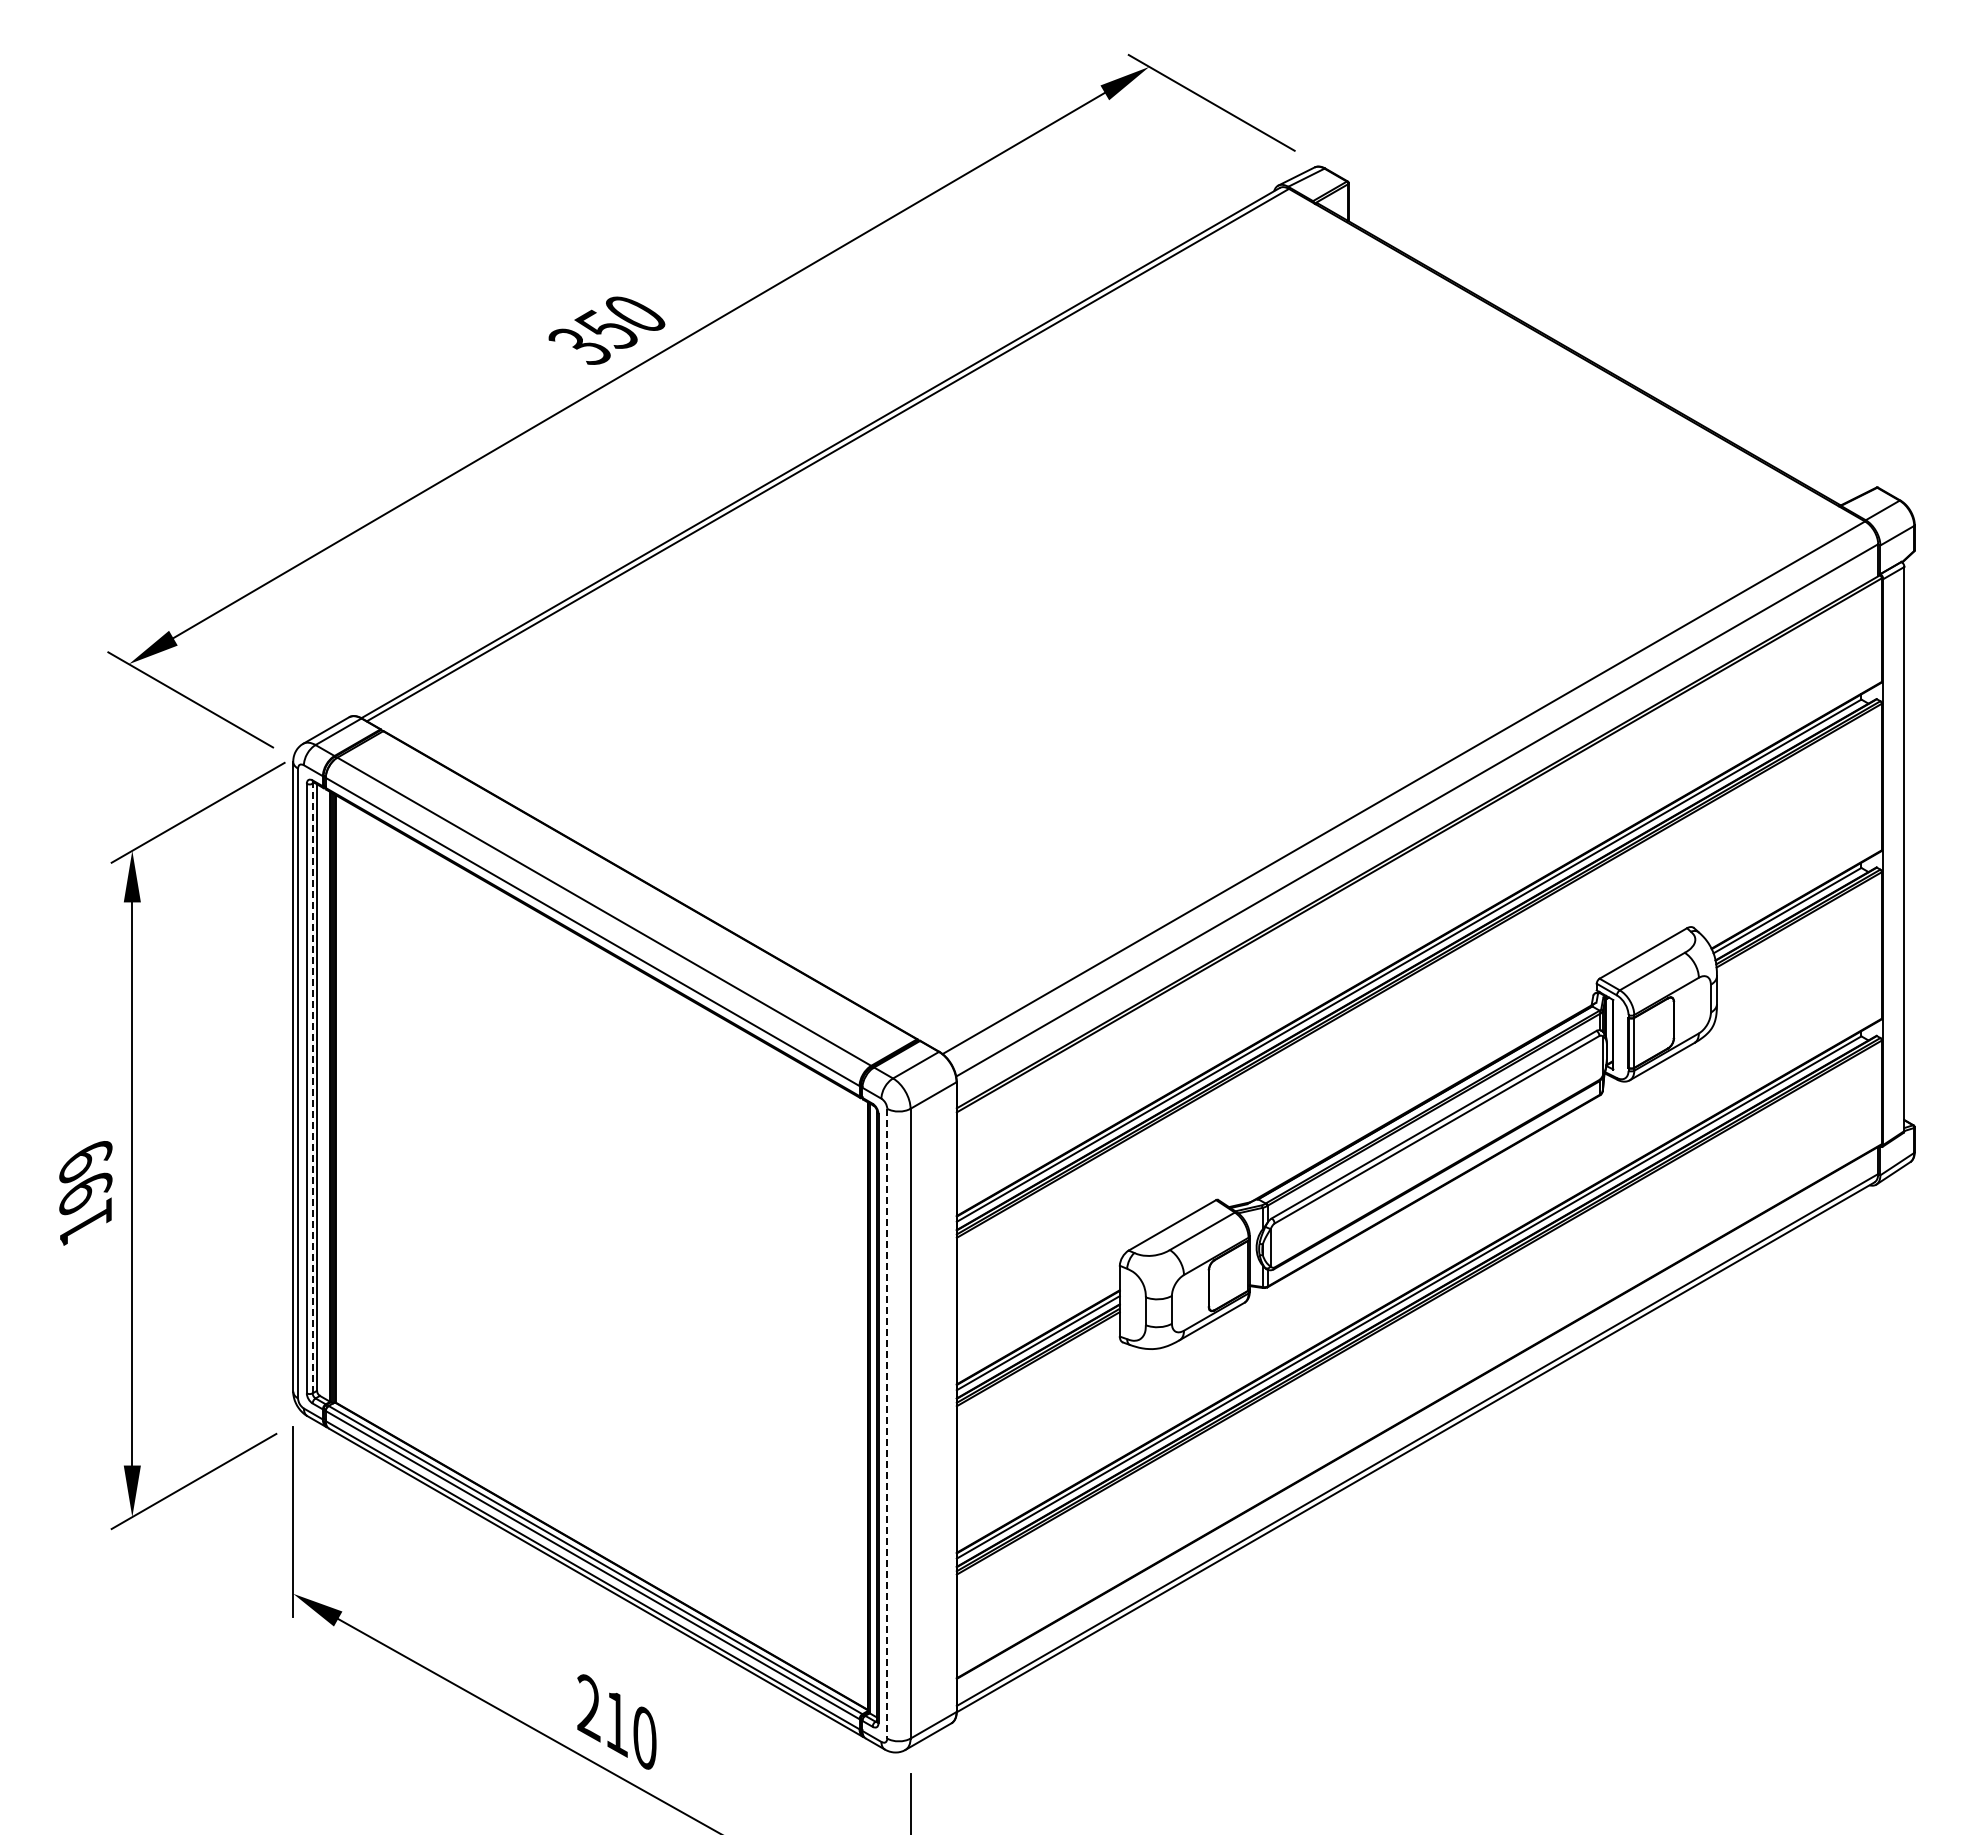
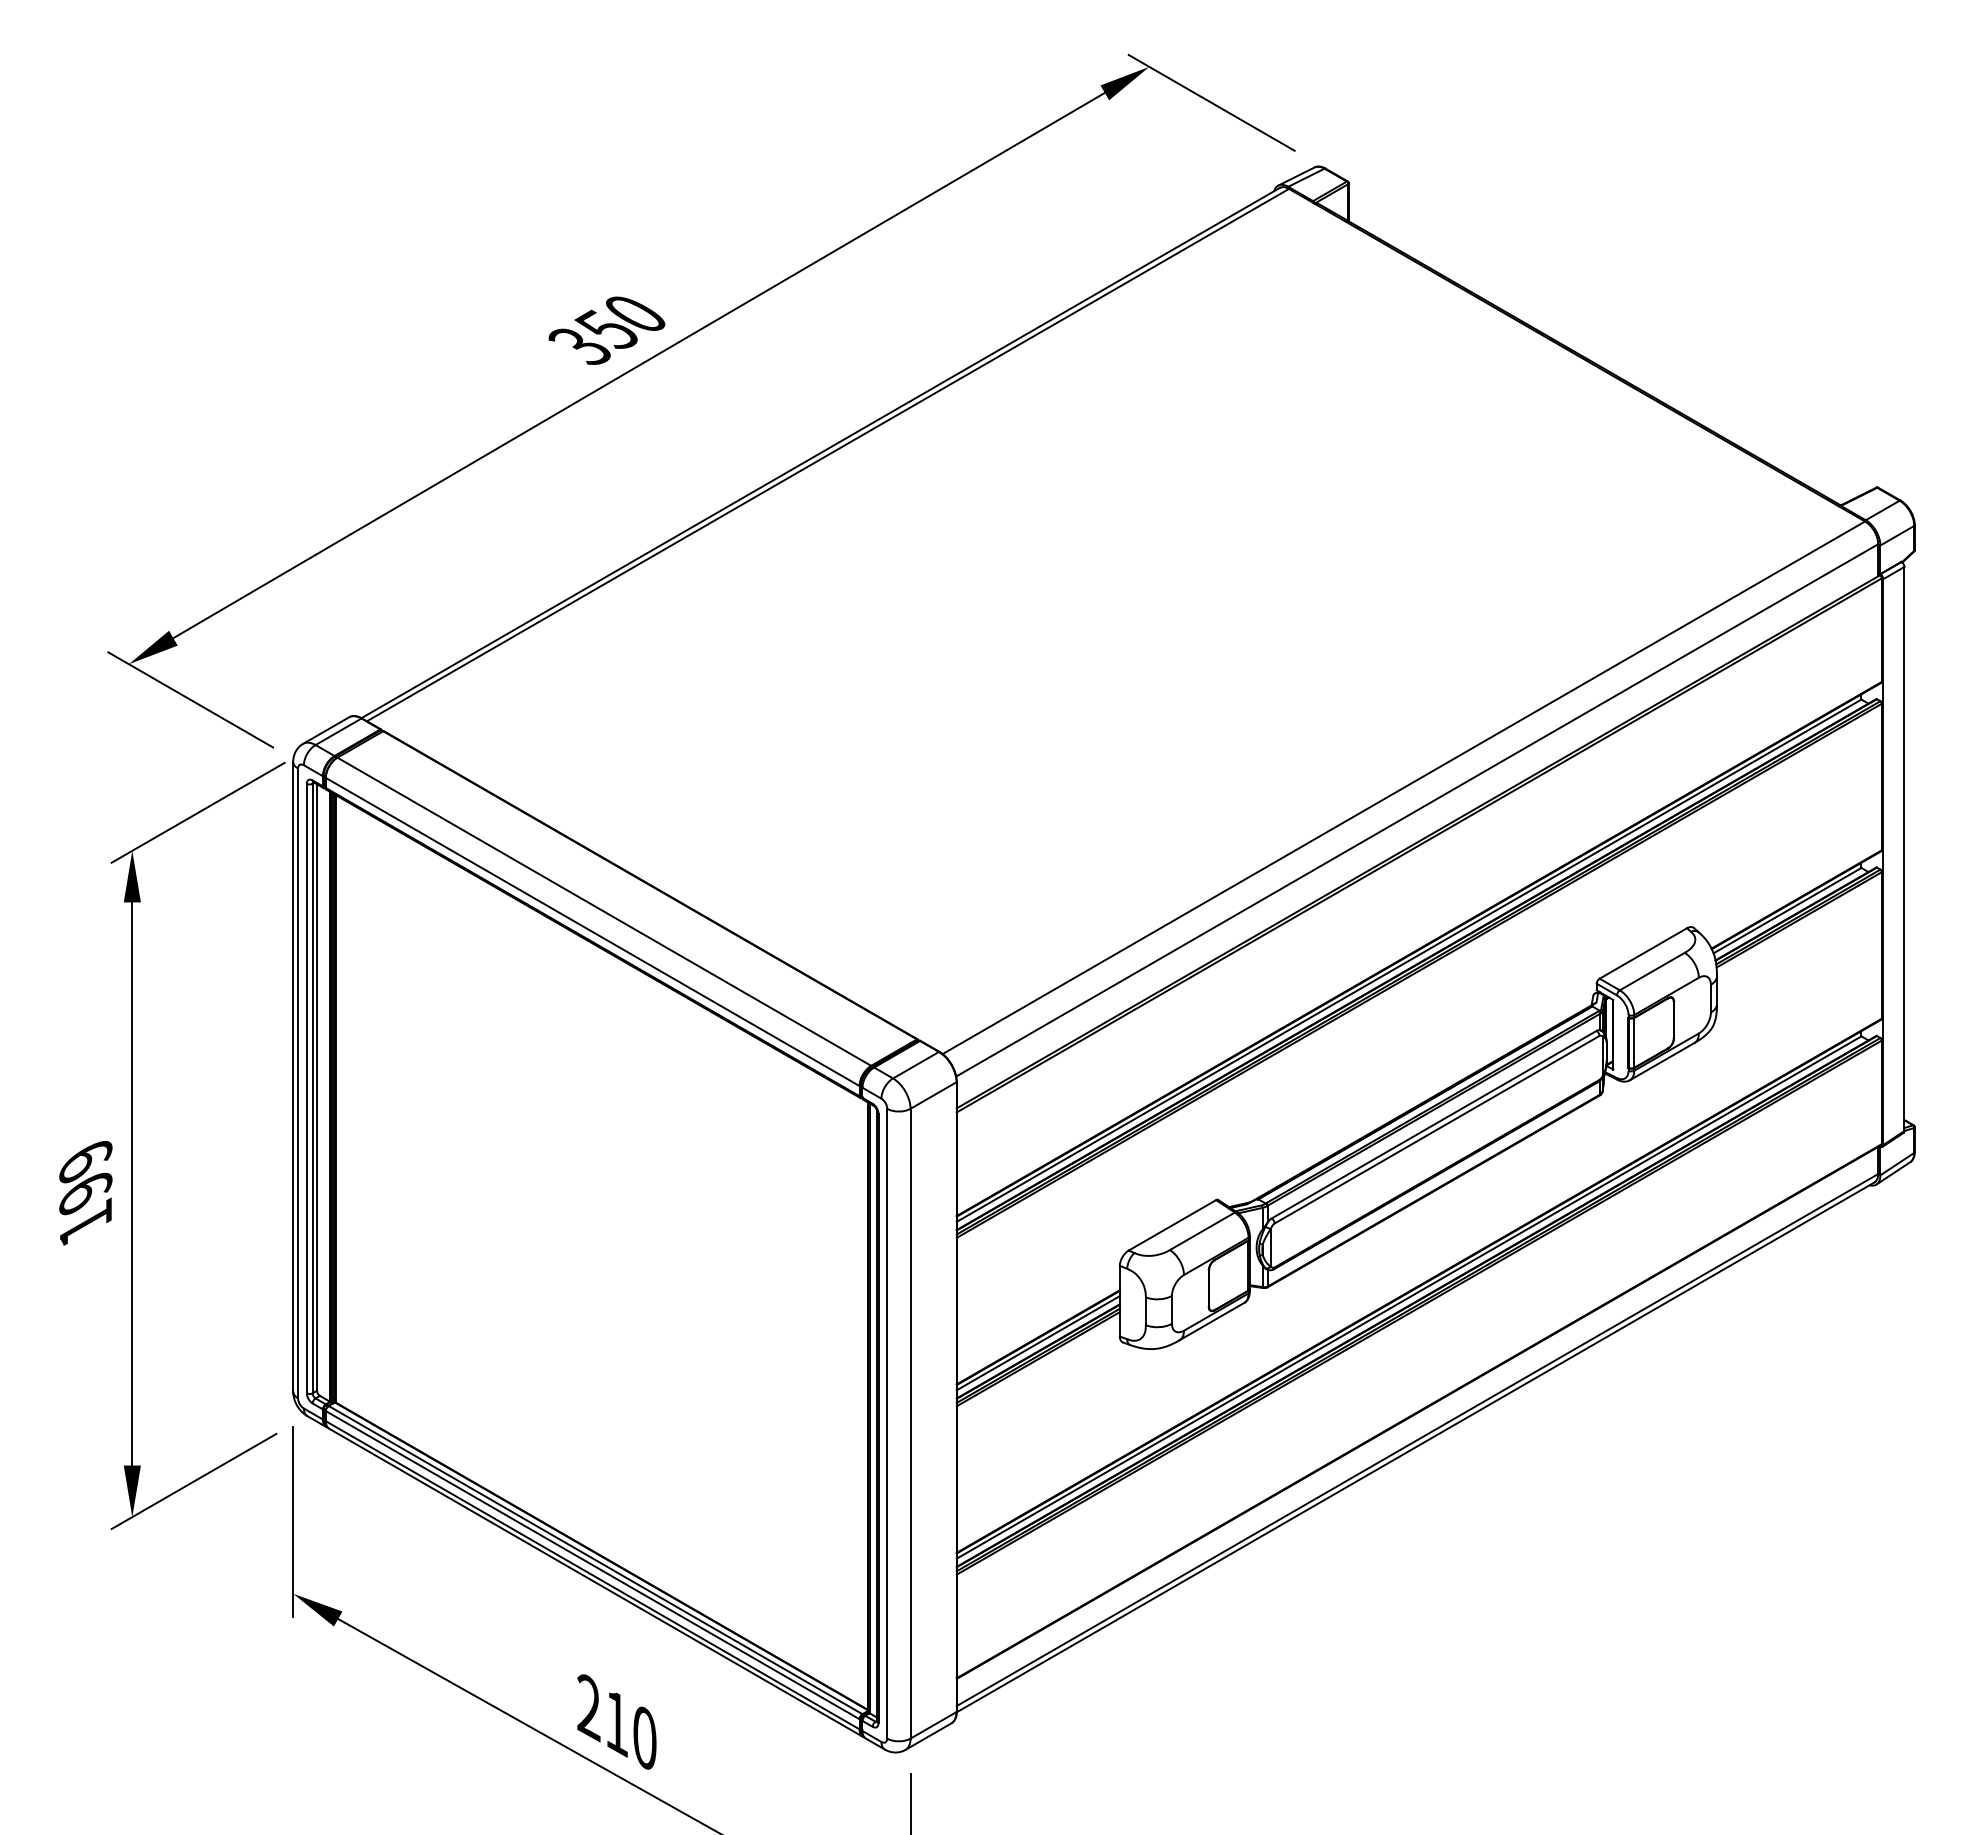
line at (312, 1088): dashed -> solid
line at (887, 1423): dashed -> solid
